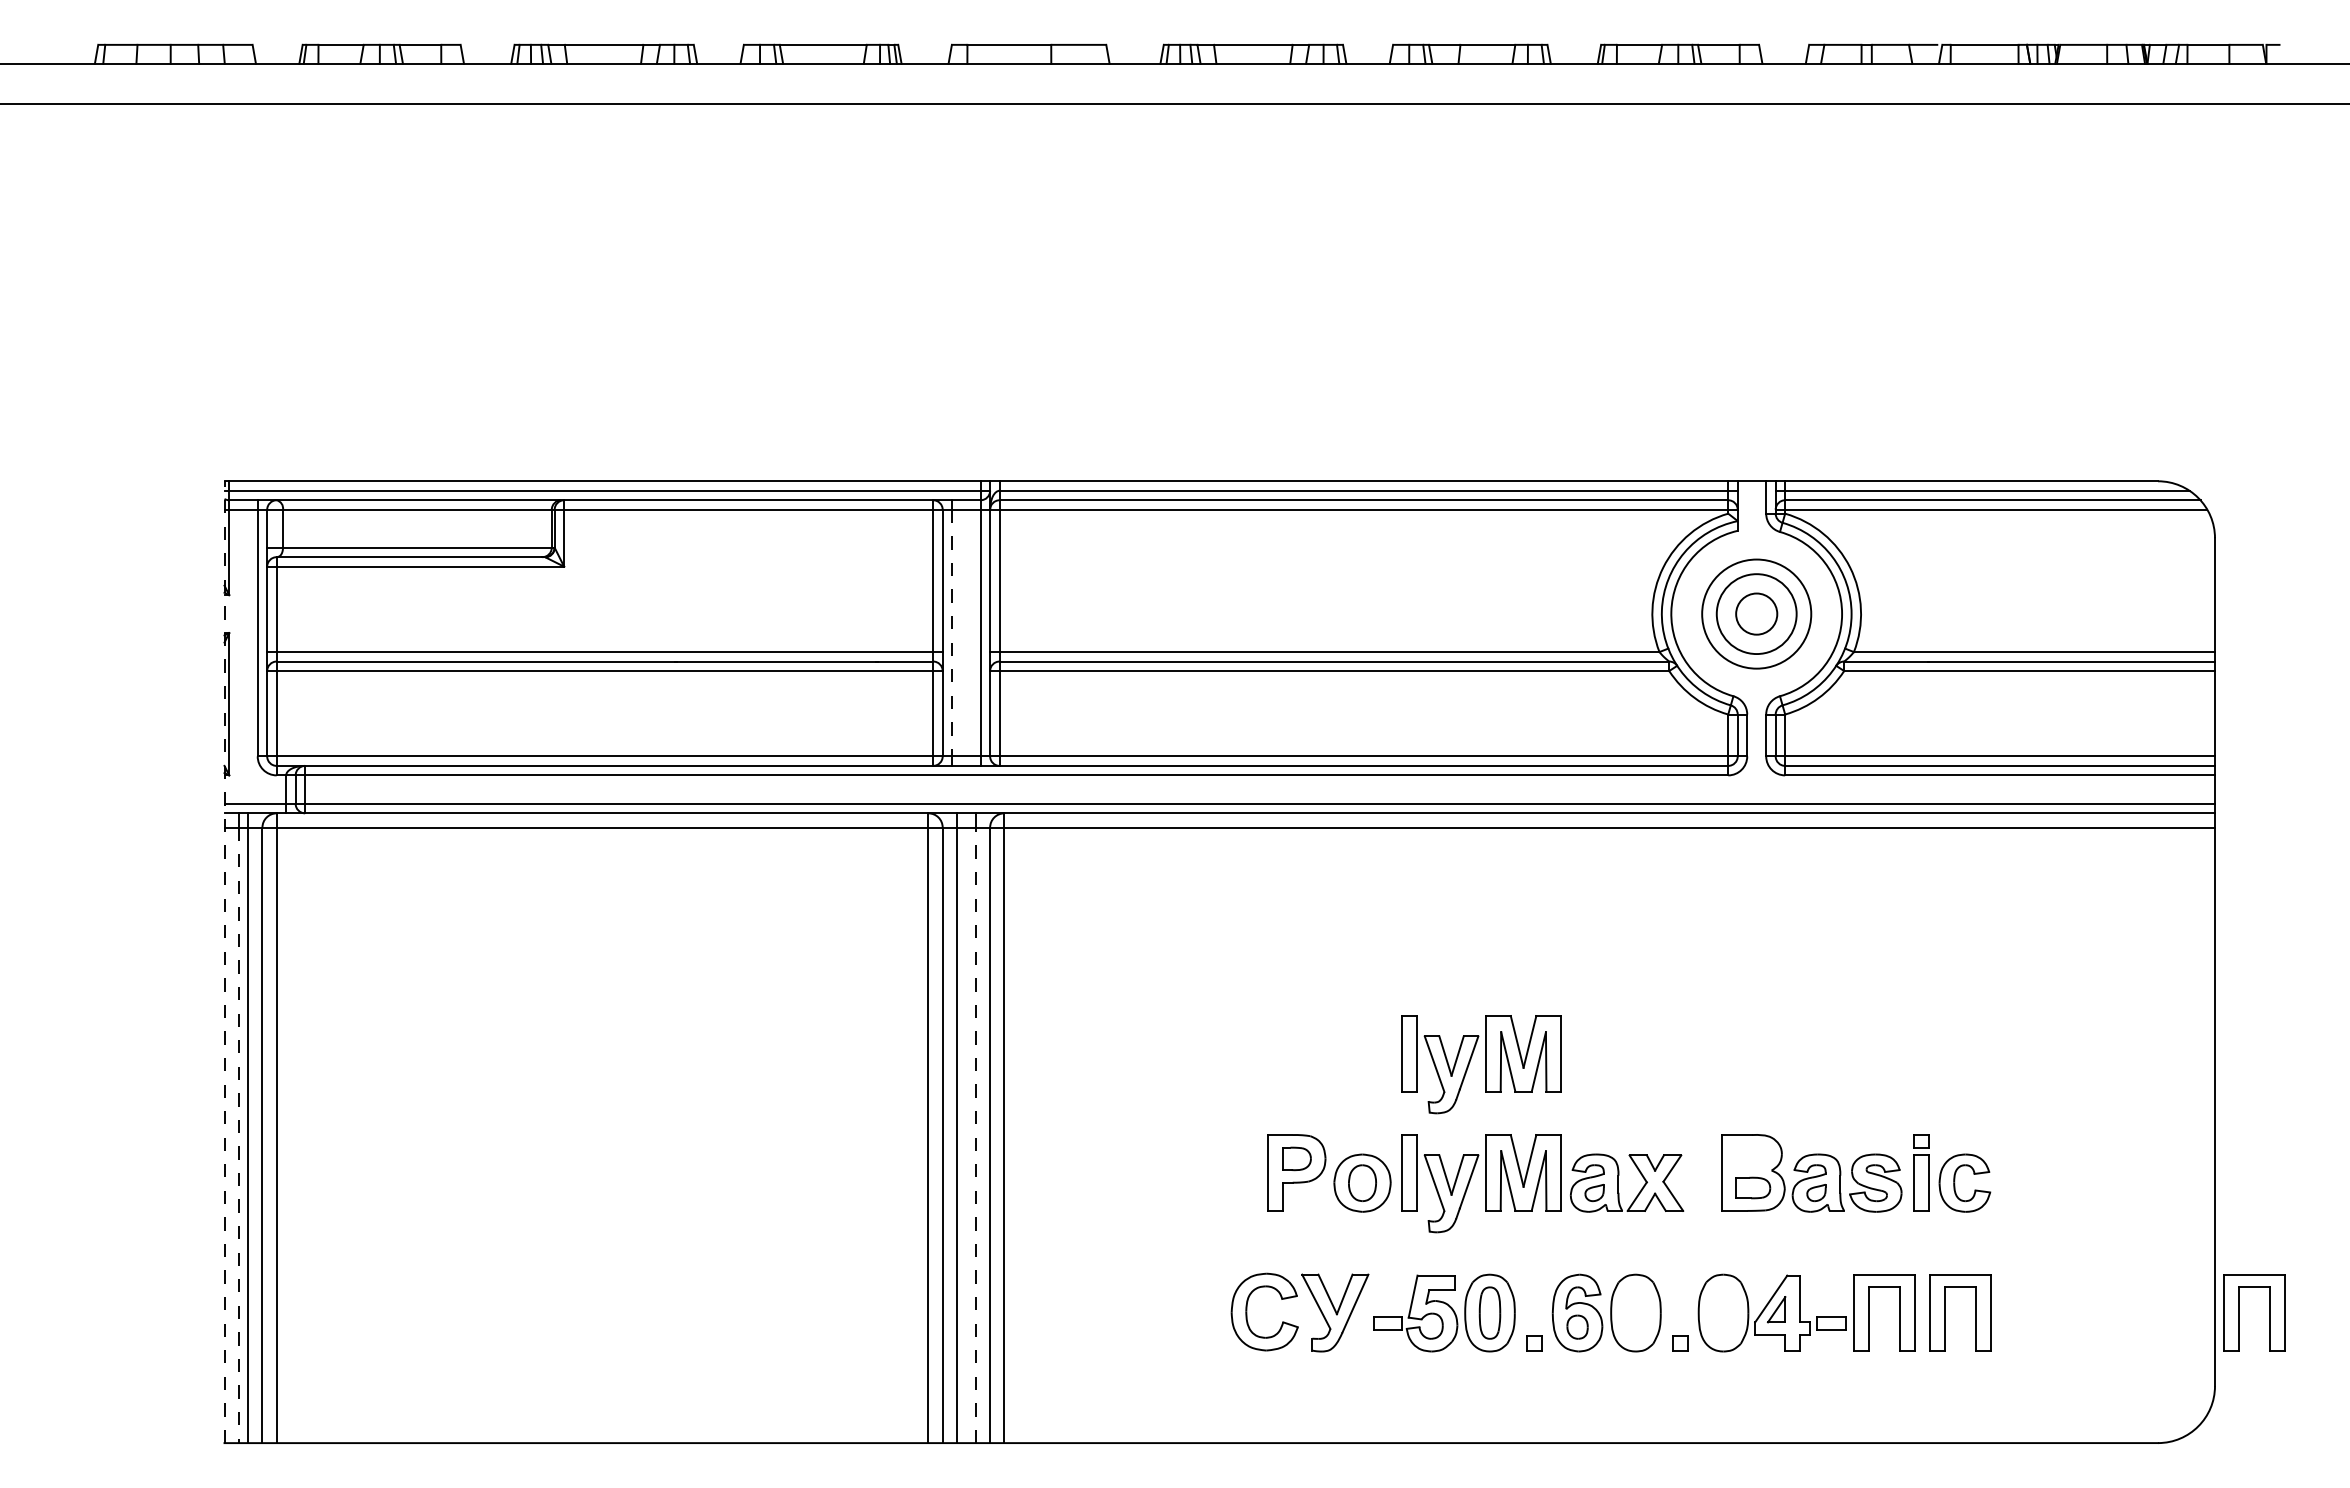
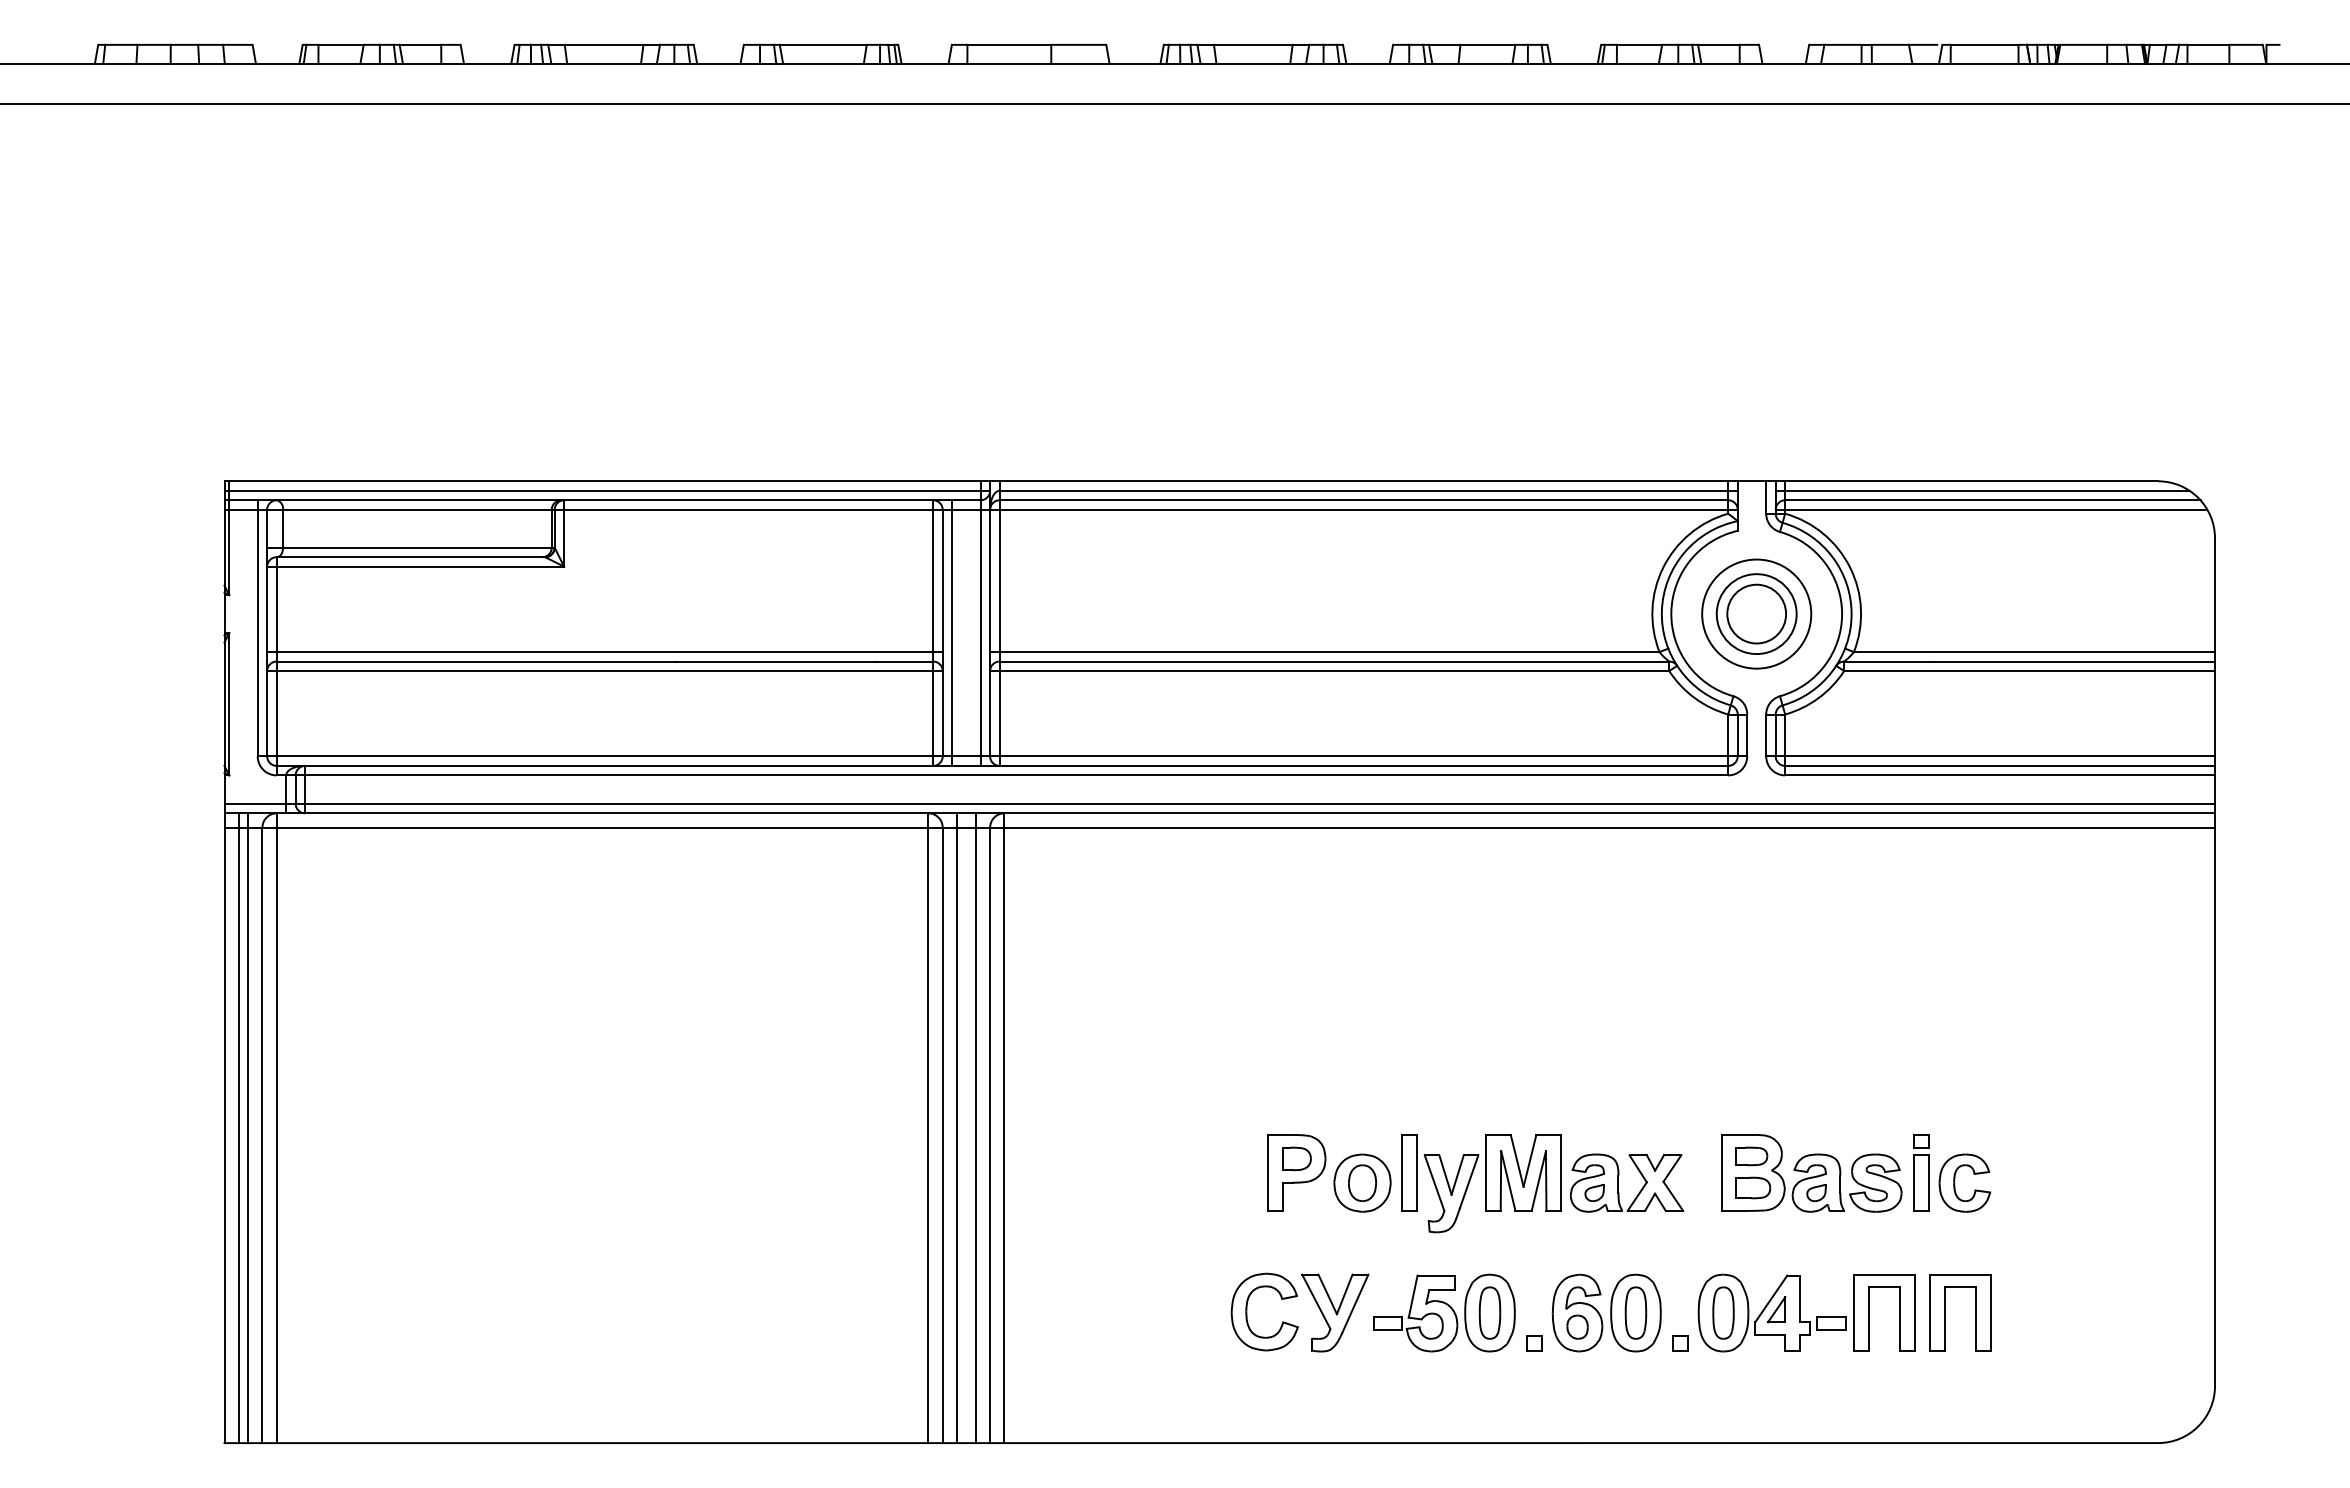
circle at (1756, 613) diameter: 41 px -> 59 px
line at (952, 633): dashed -> solid
line at (224, 962): dashed -> solid
part at (1481, 1064): present -> none
line at (238, 1135): dashed -> solid
line at (975, 1135): dashed -> solid
part at (1751, 1156): none -> present
part at (1635, 1312): none -> present
part at (1723, 1312): none -> present
part at (2239, 1312): present -> none
